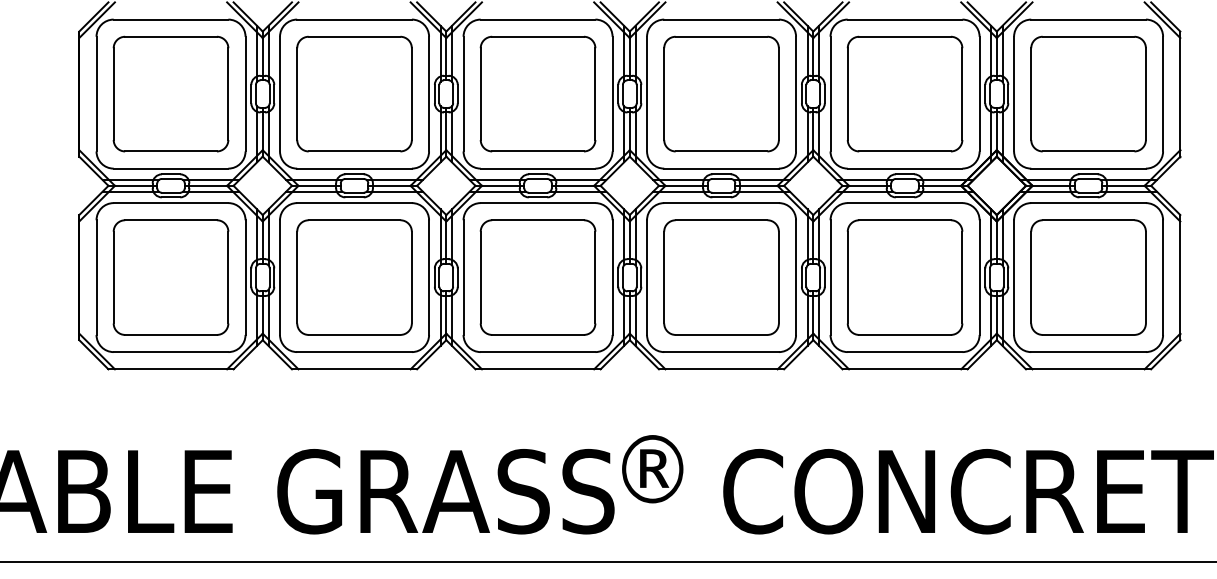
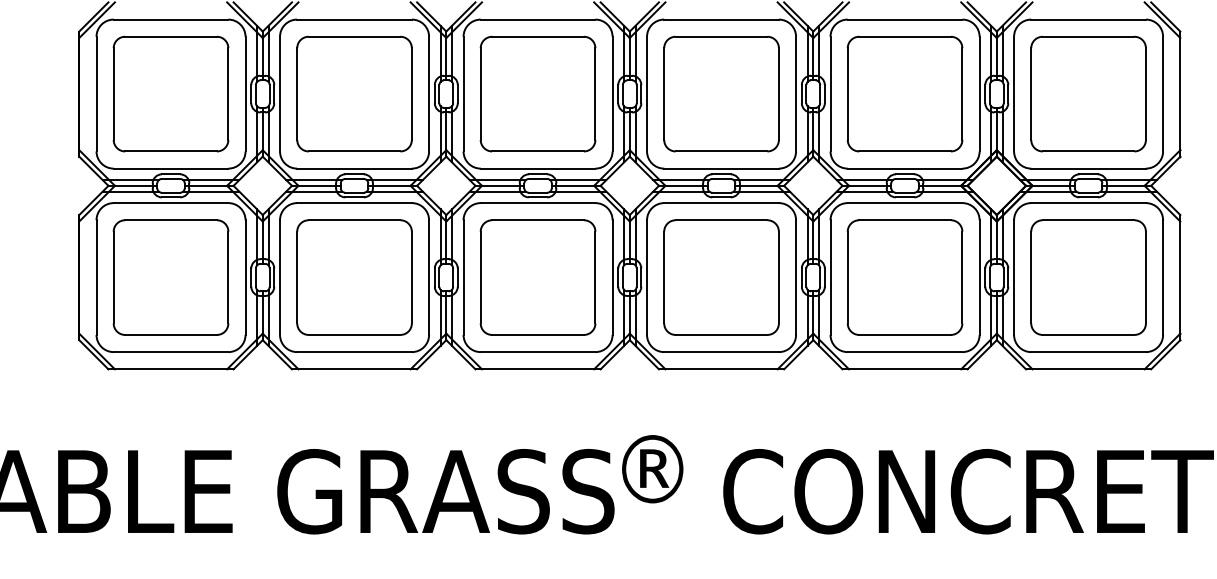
line at (607, 561): present -> none
